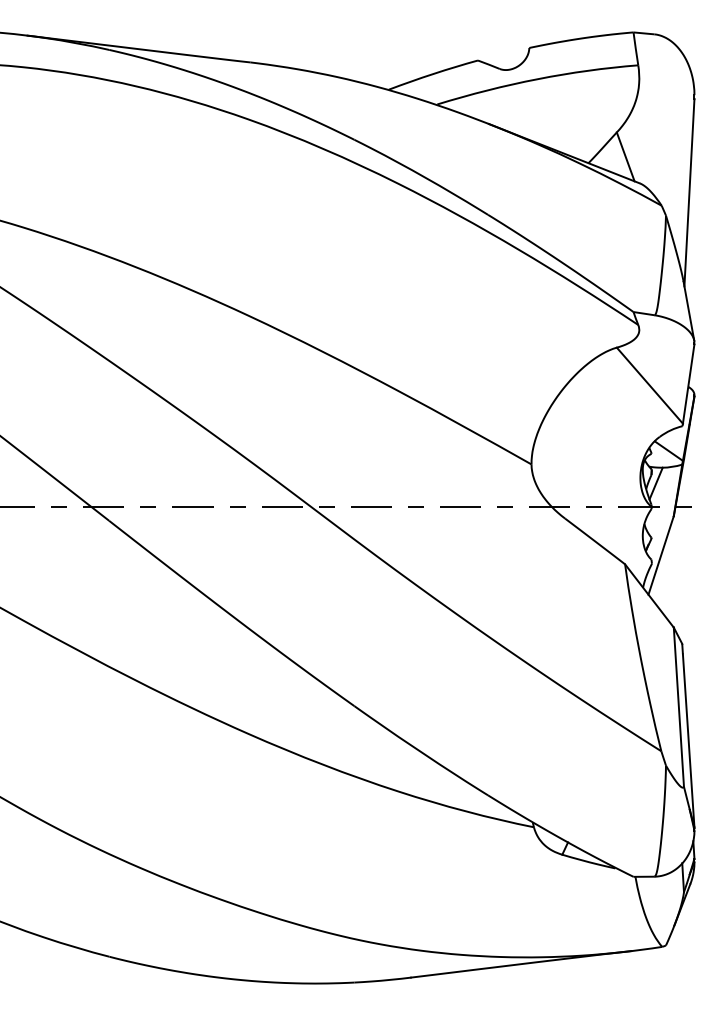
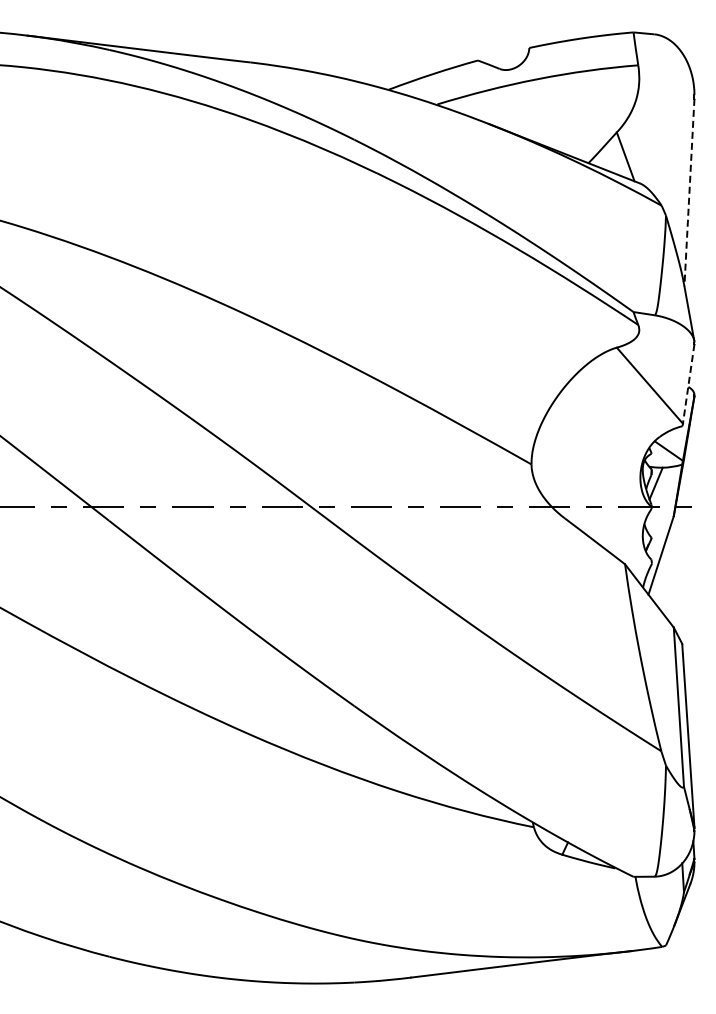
line at (689, 192): solid -> dashed
line at (688, 384): solid -> dashed
